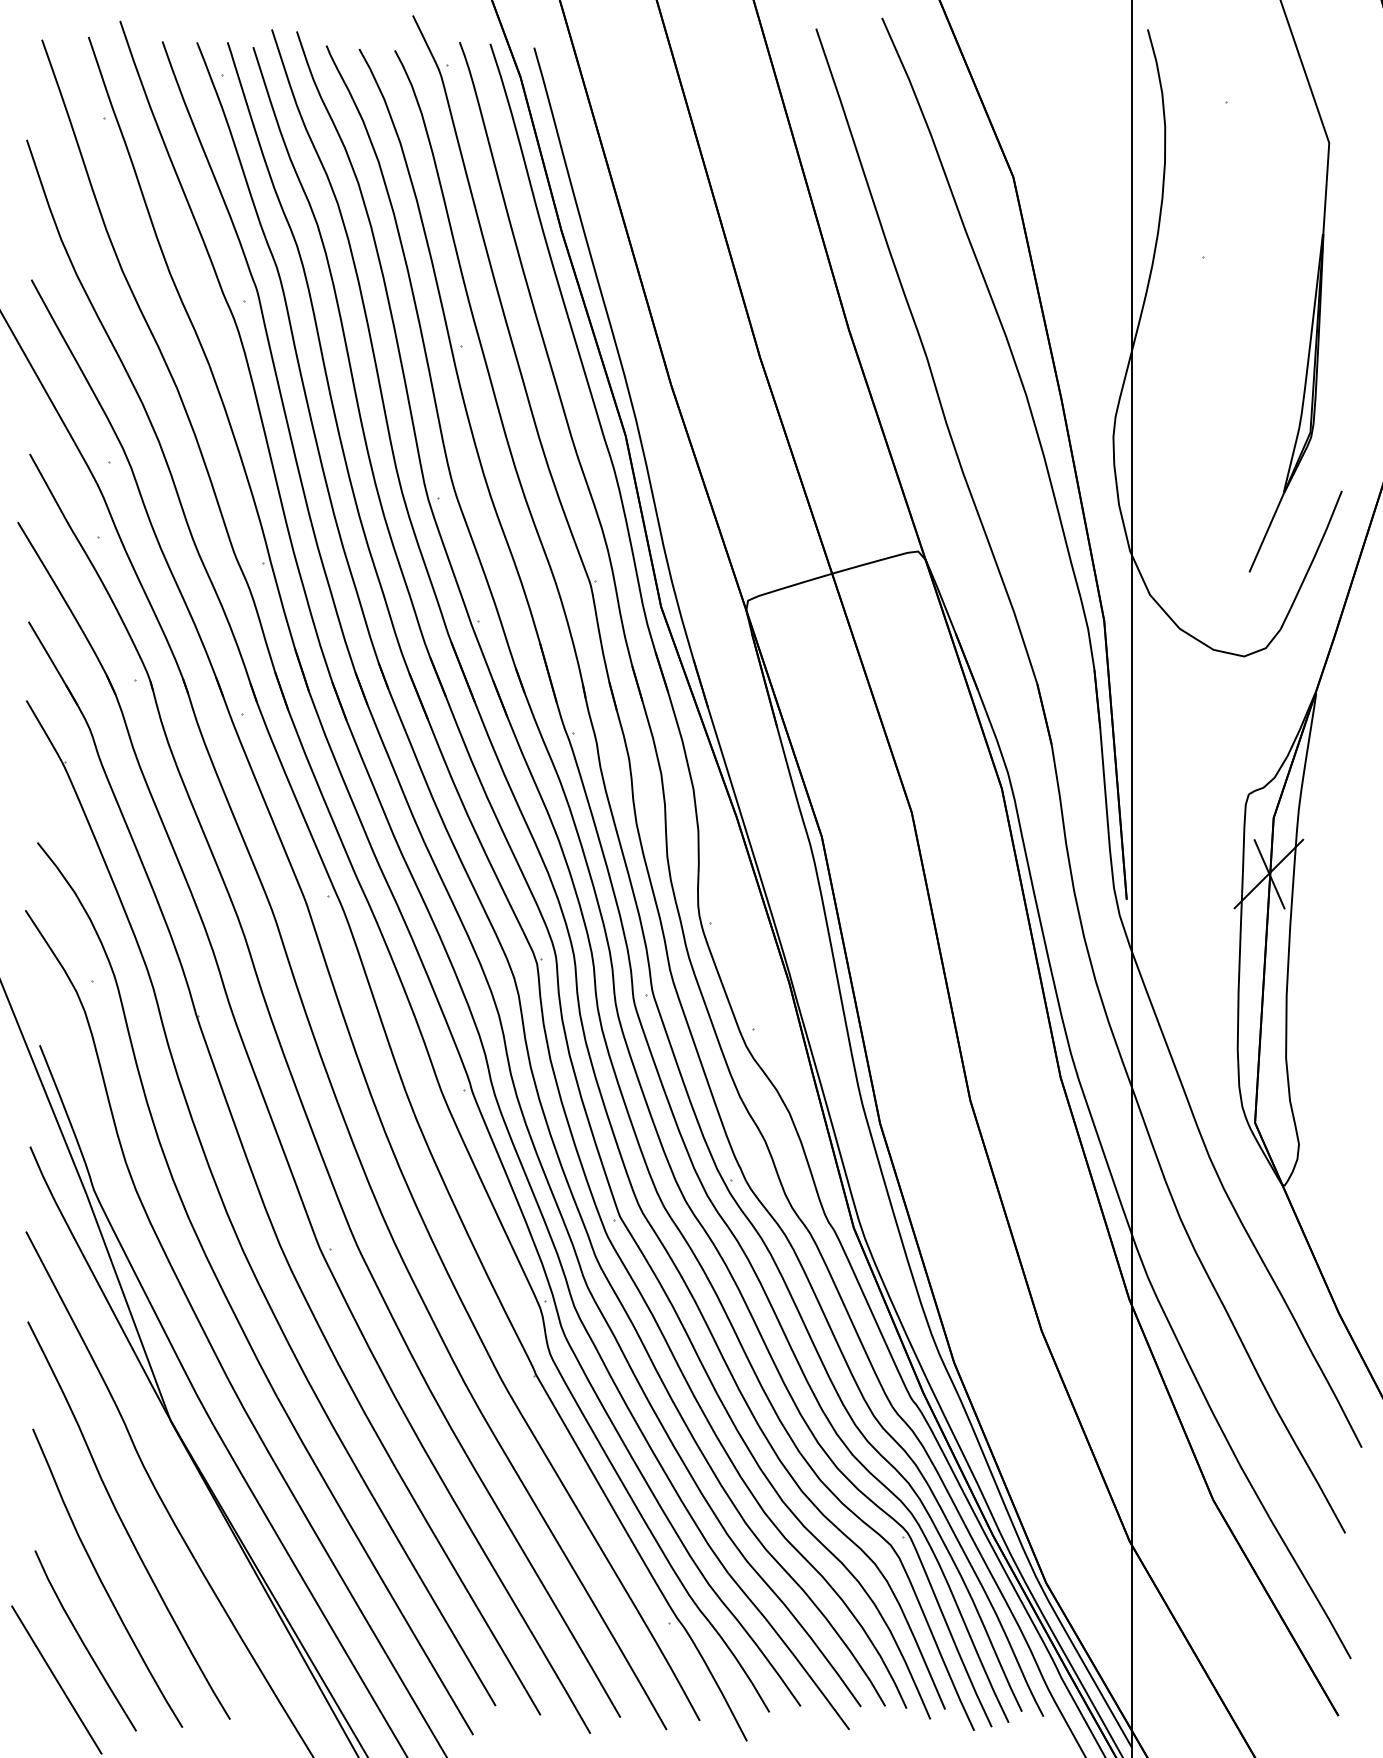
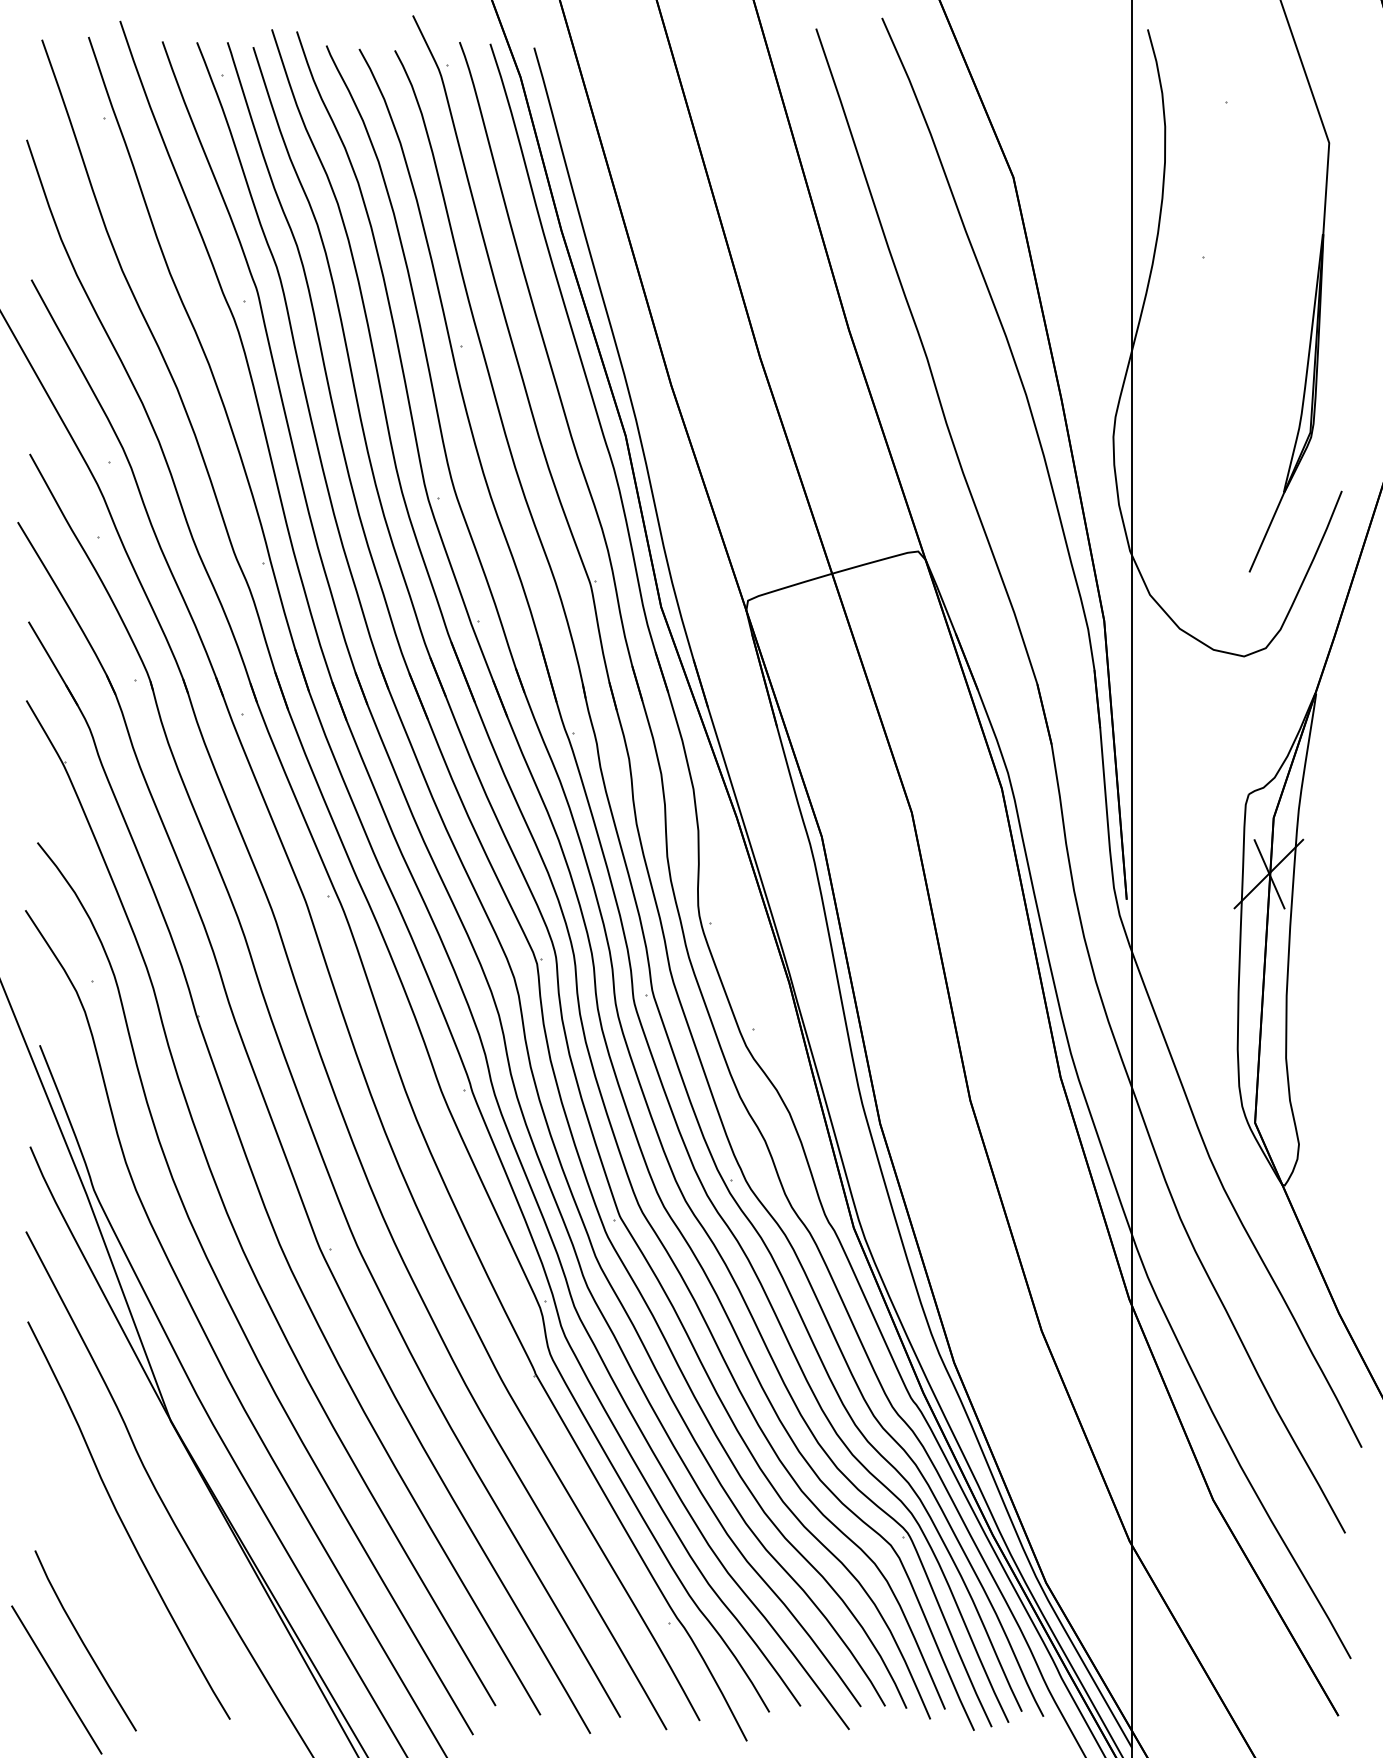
curve at (101, 1579): present -> none
